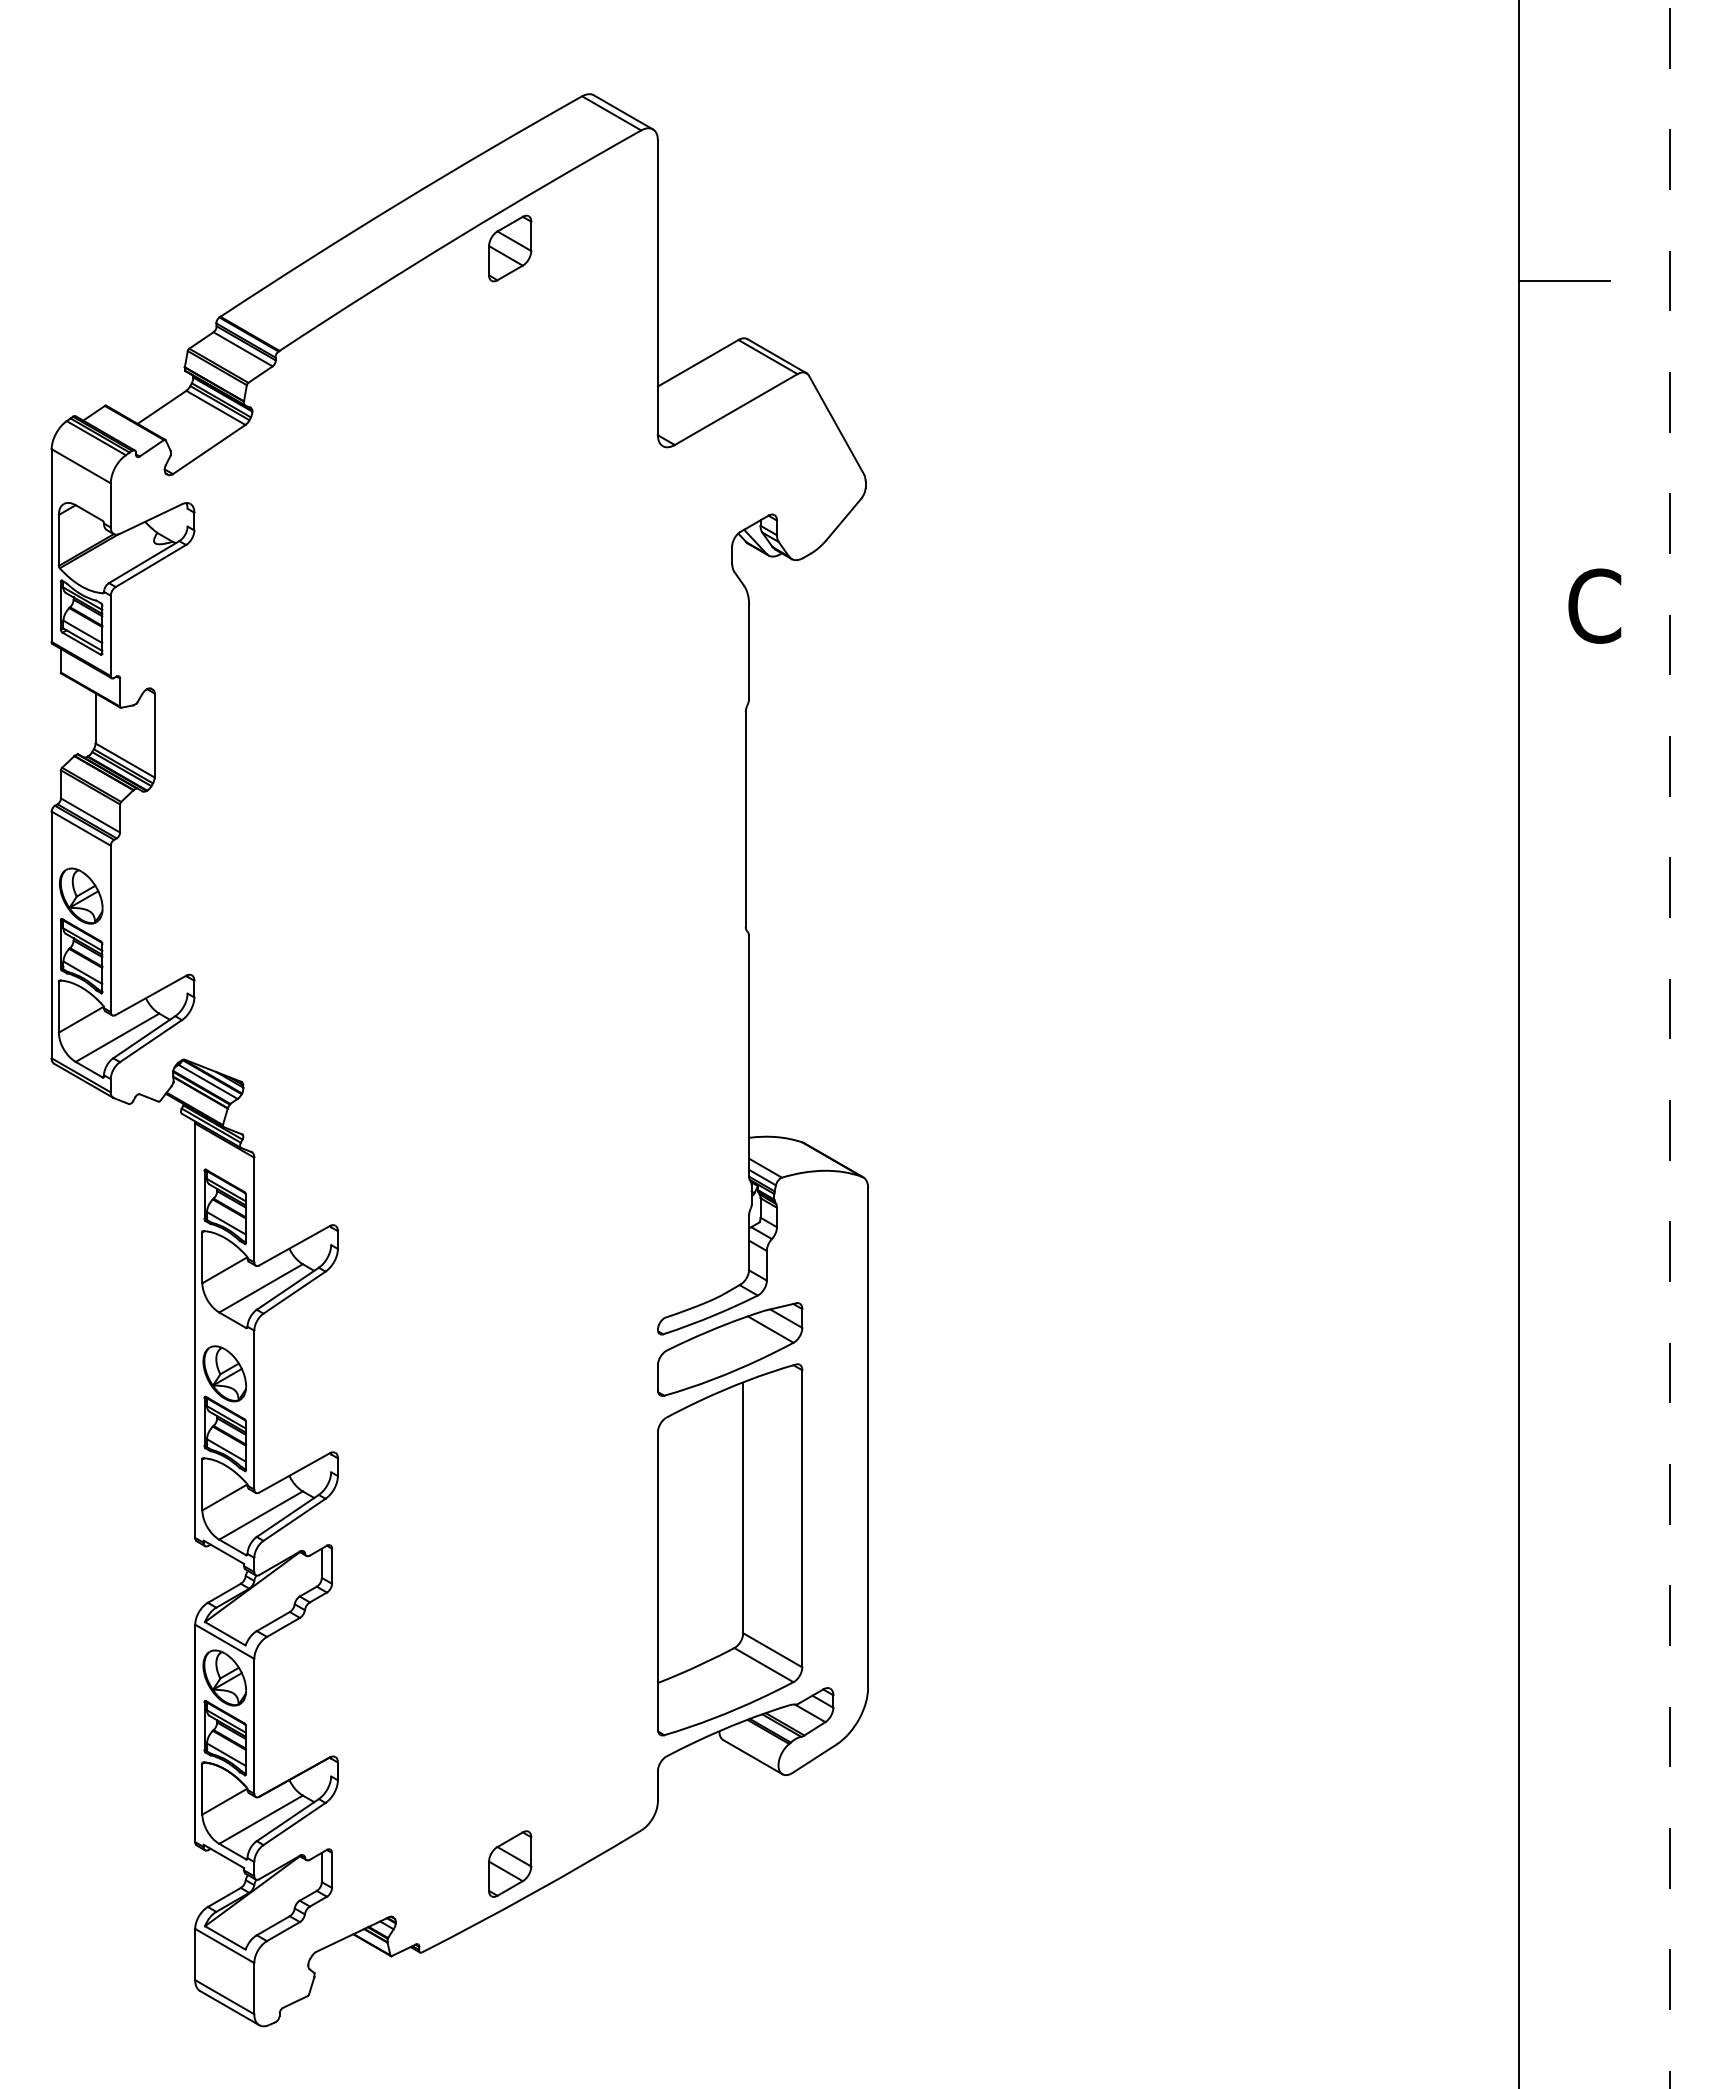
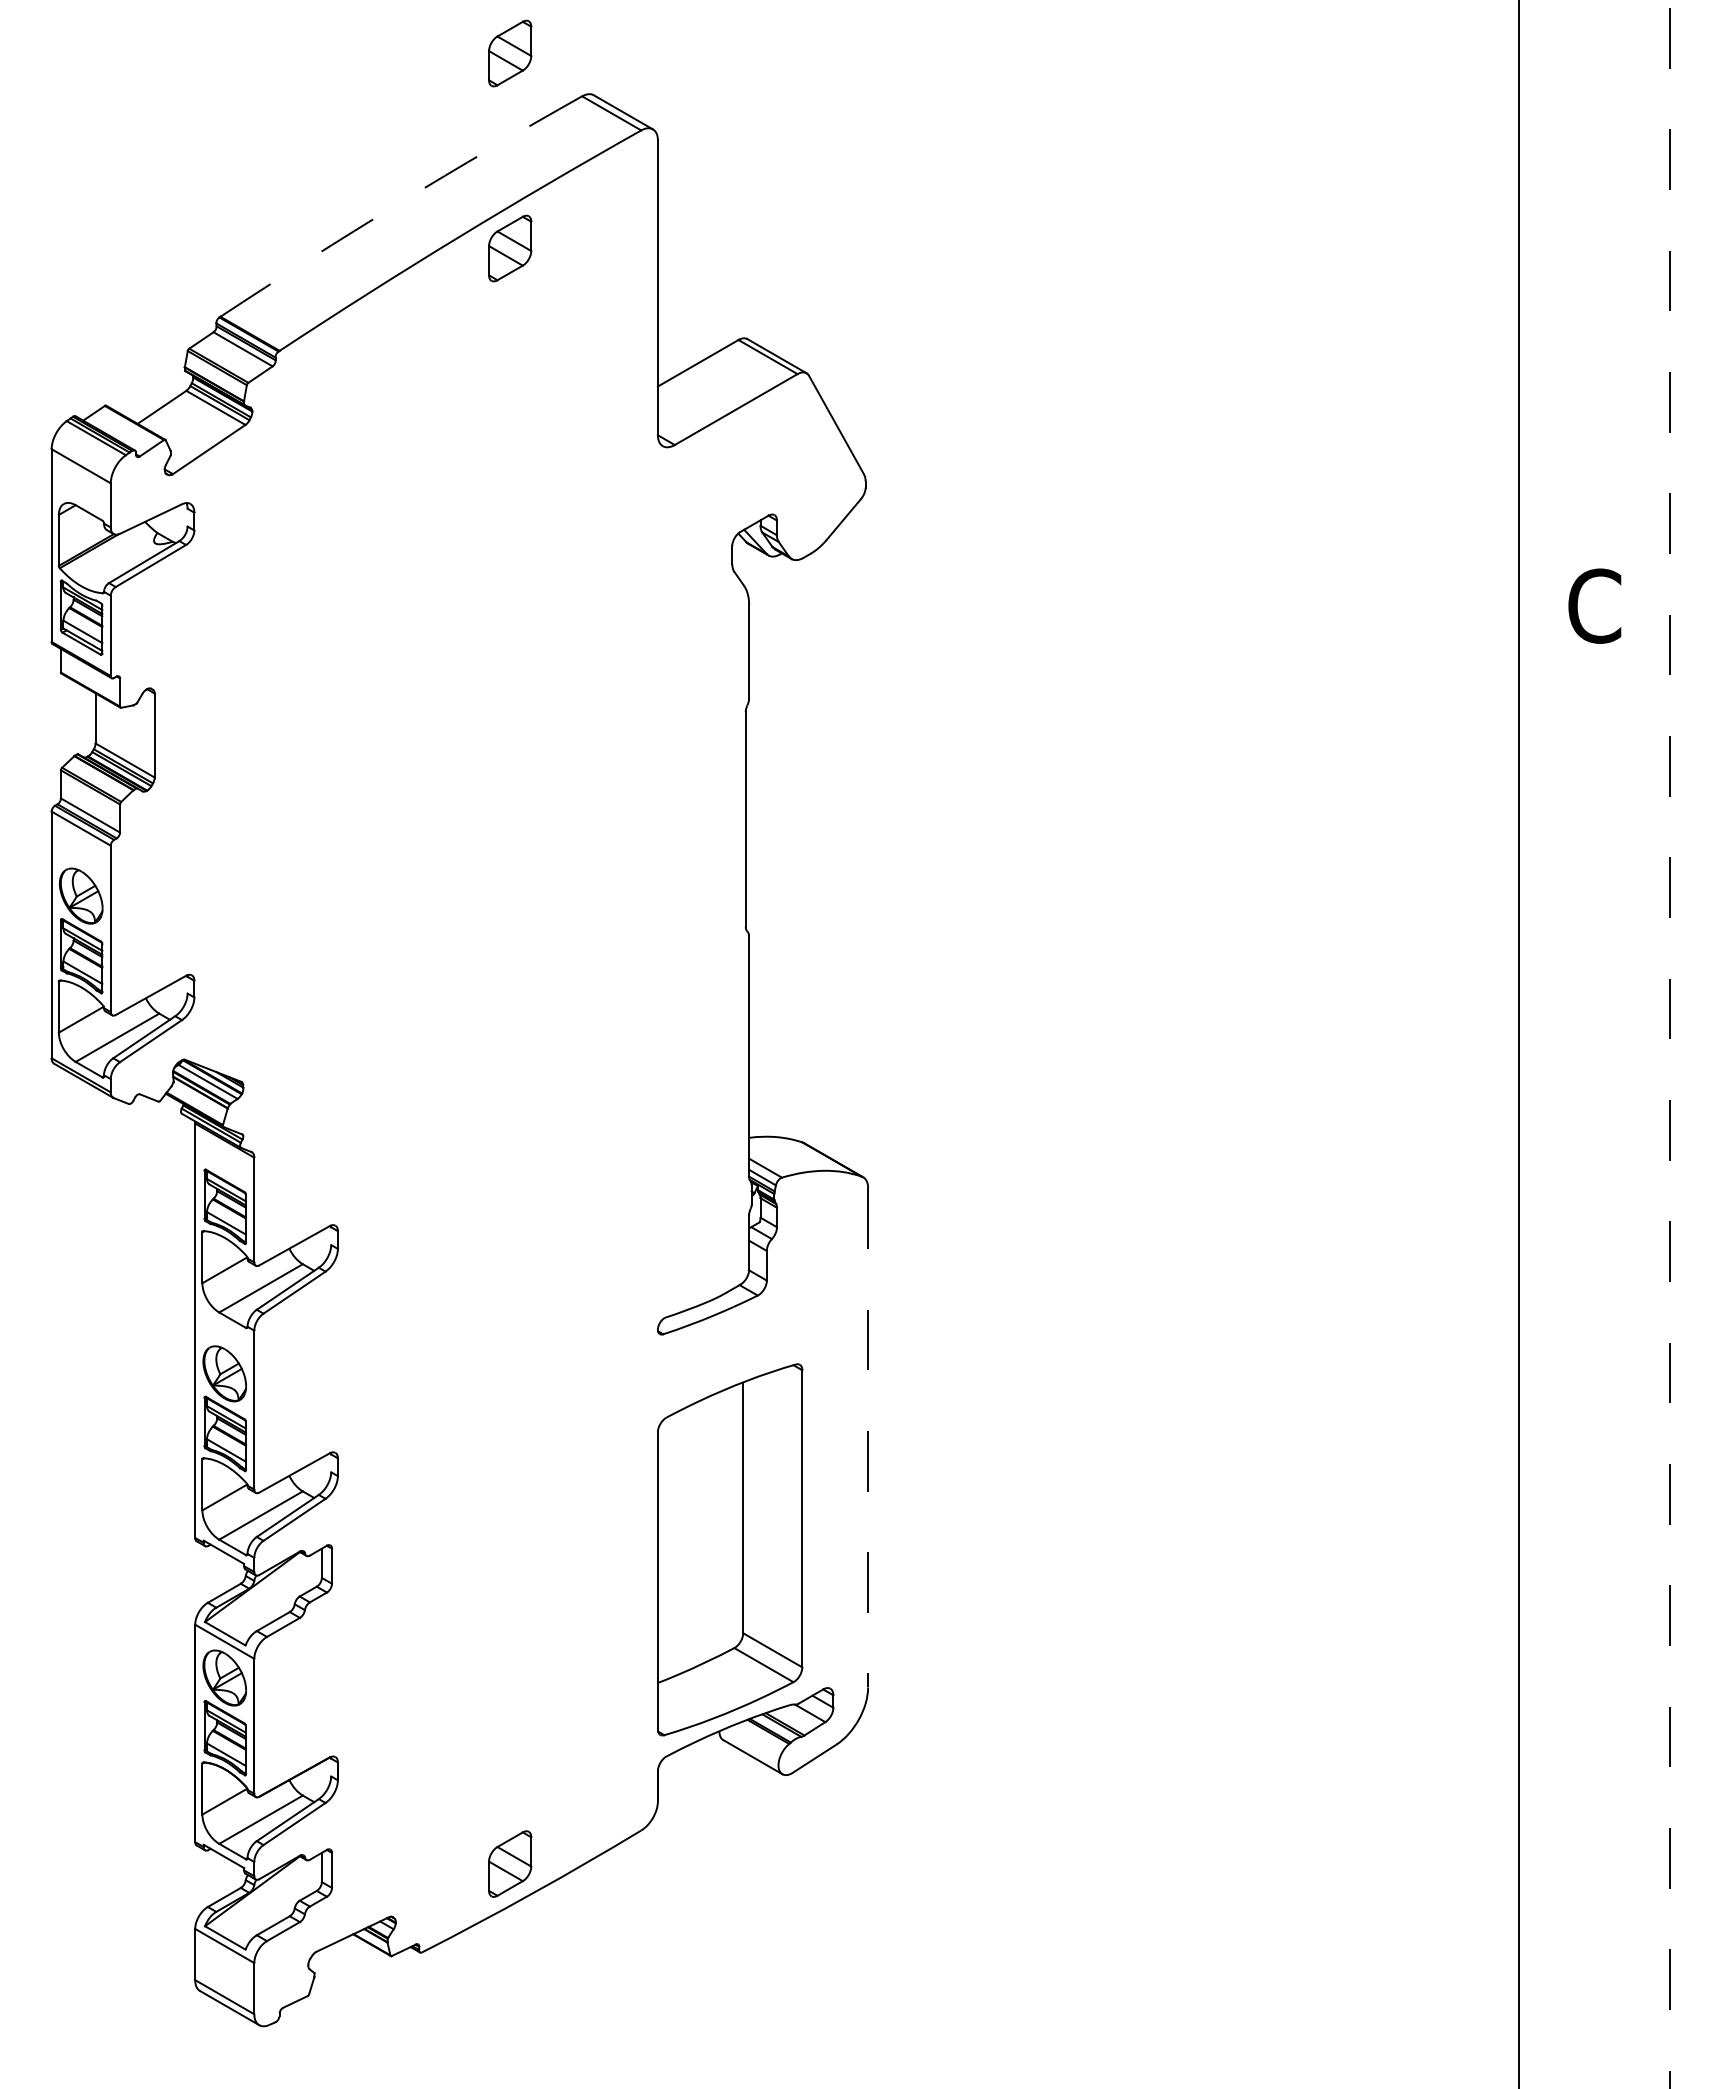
part at (510, 53): none -> present
arc at (399, 203): solid -> dashed
line at (1563, 281): present -> none
part at (730, 1349): present -> none
line at (868, 1437): solid -> dashed
